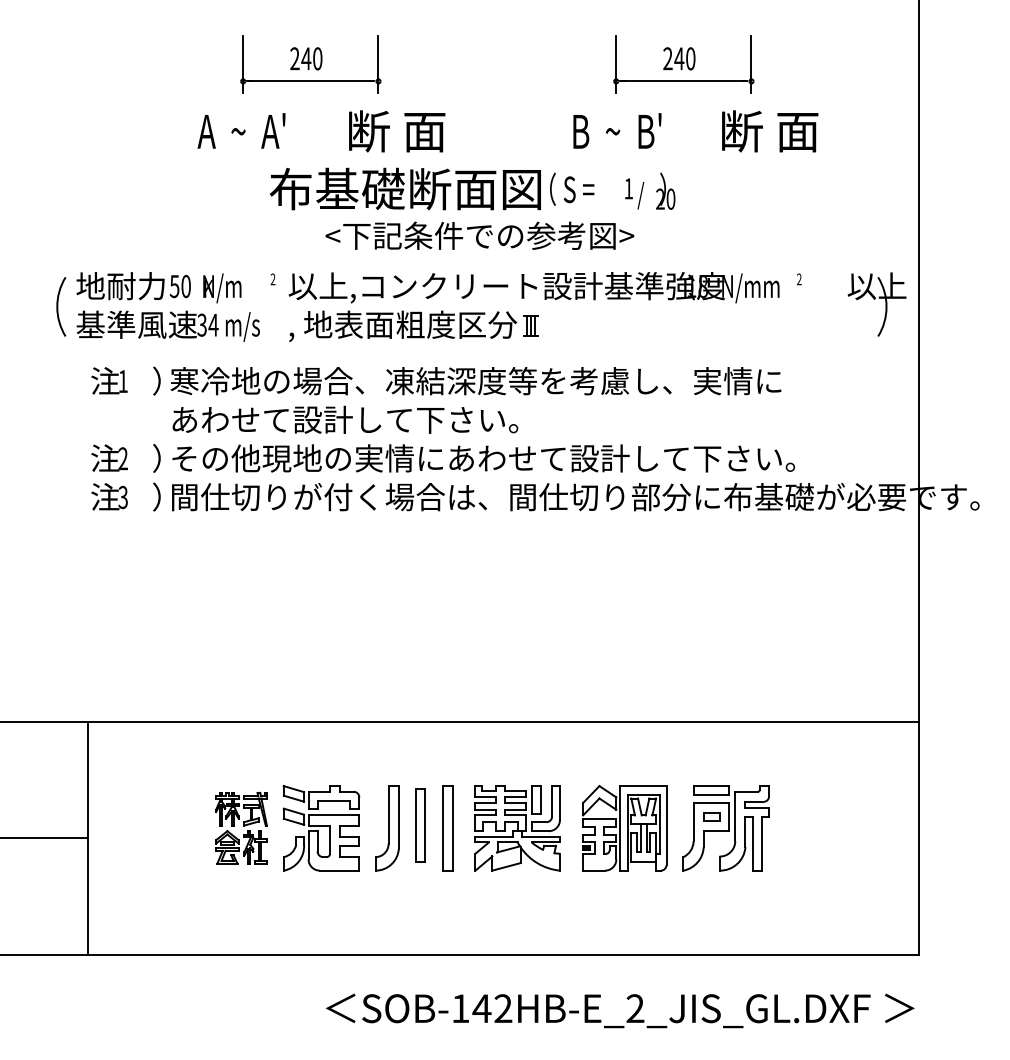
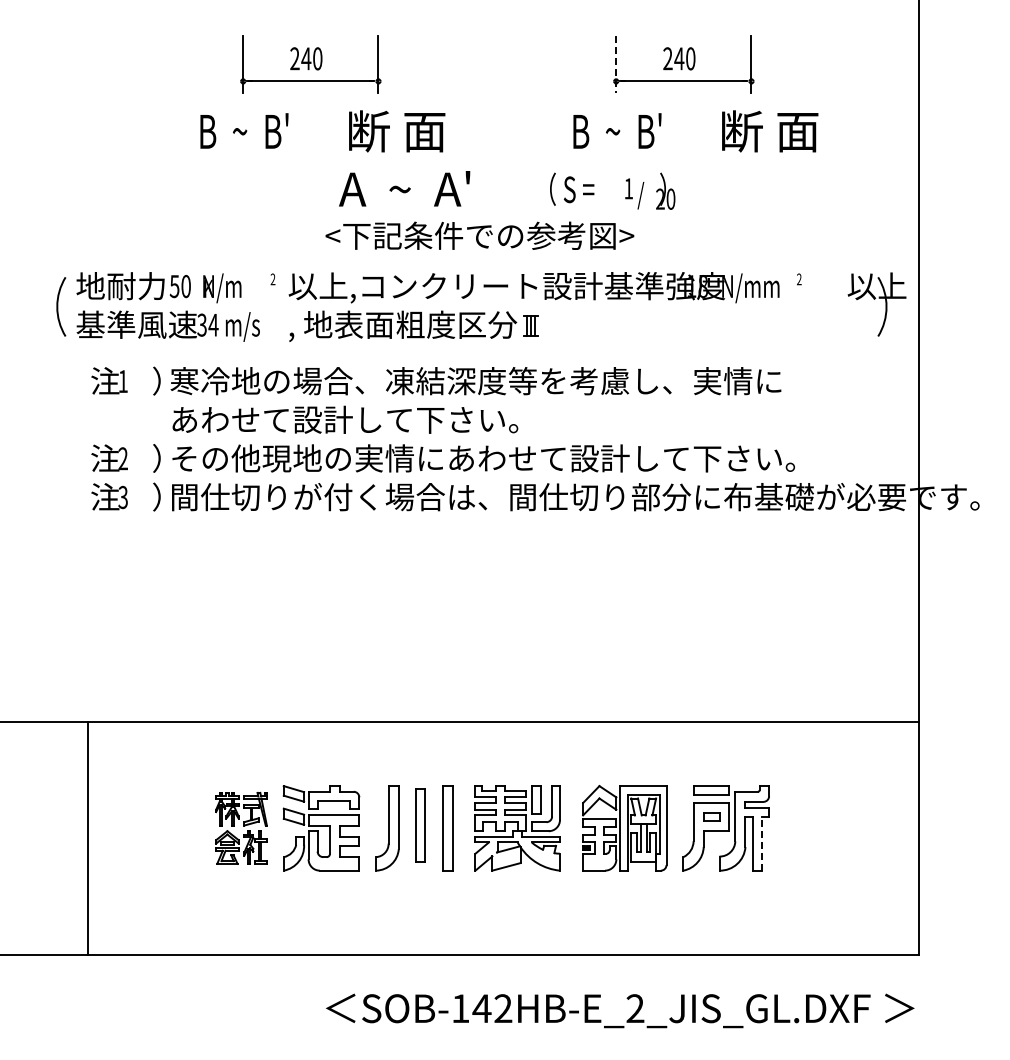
line at (616, 65): solid -> dashed
text at (242, 130): A  ~  A' -> B  ~  B'
text at (404, 188): 布基礎断面図 -> A  ~  A'
line at (44, 838): present -> none
line at (762, 843): solid -> dashed
